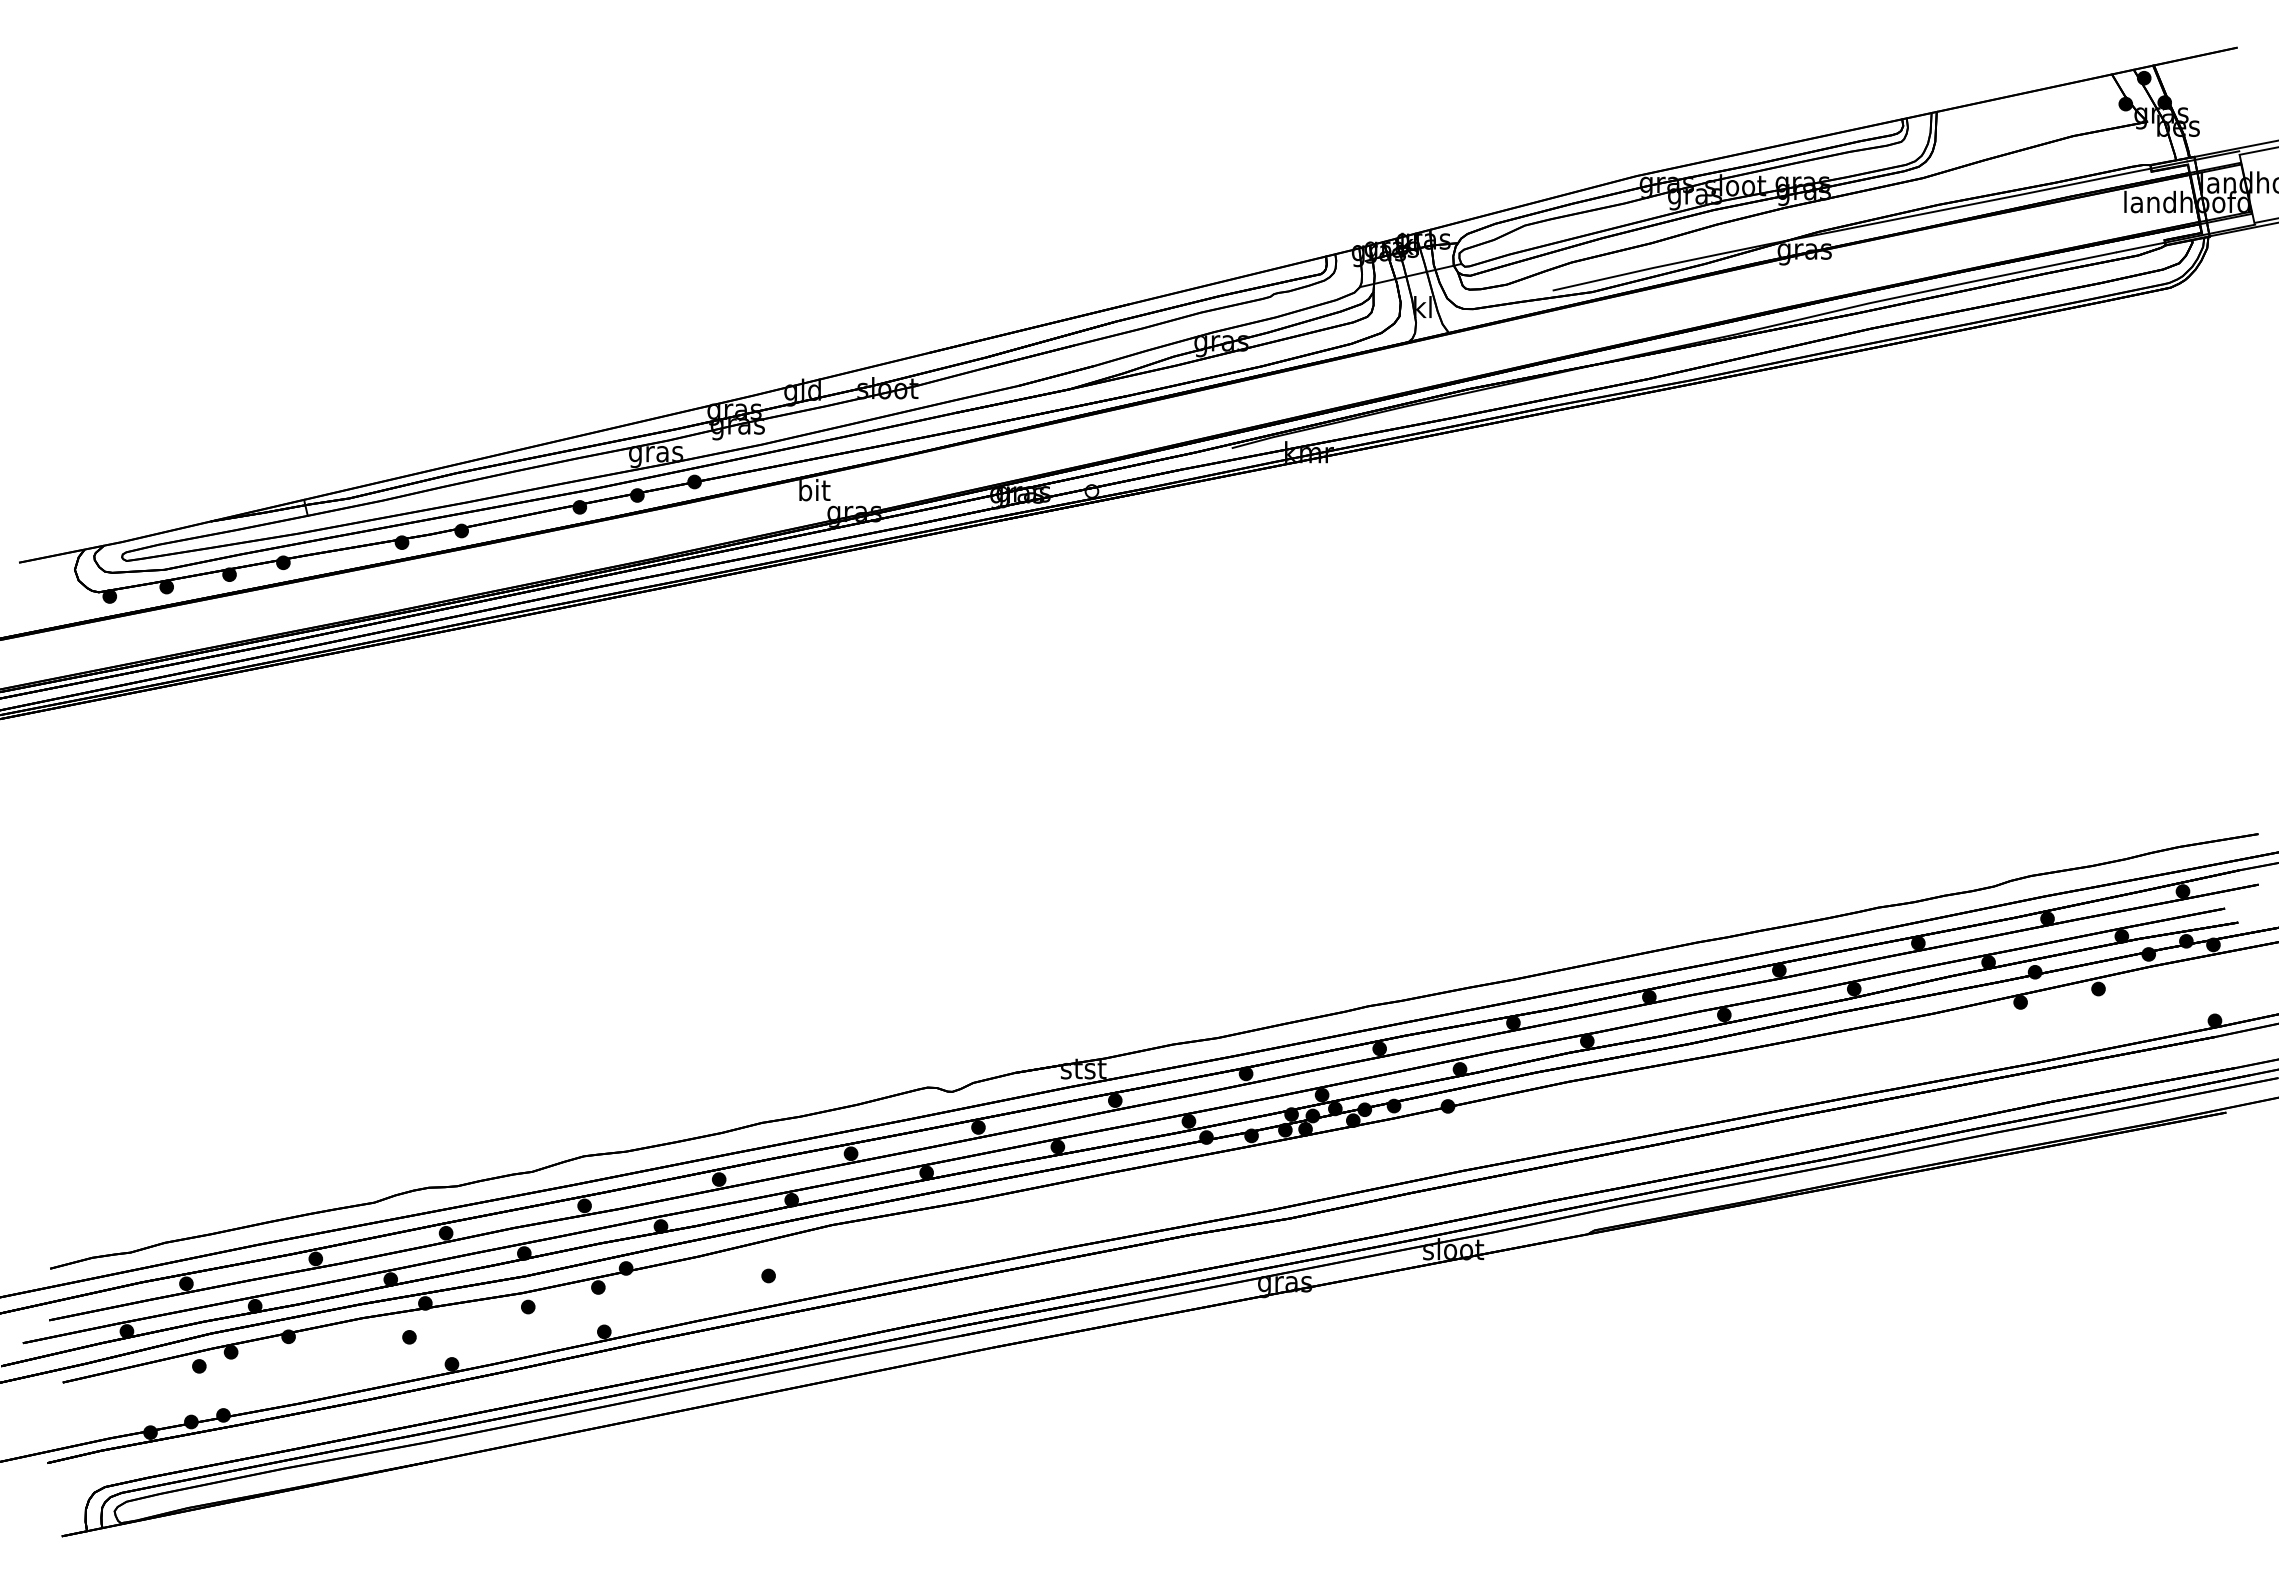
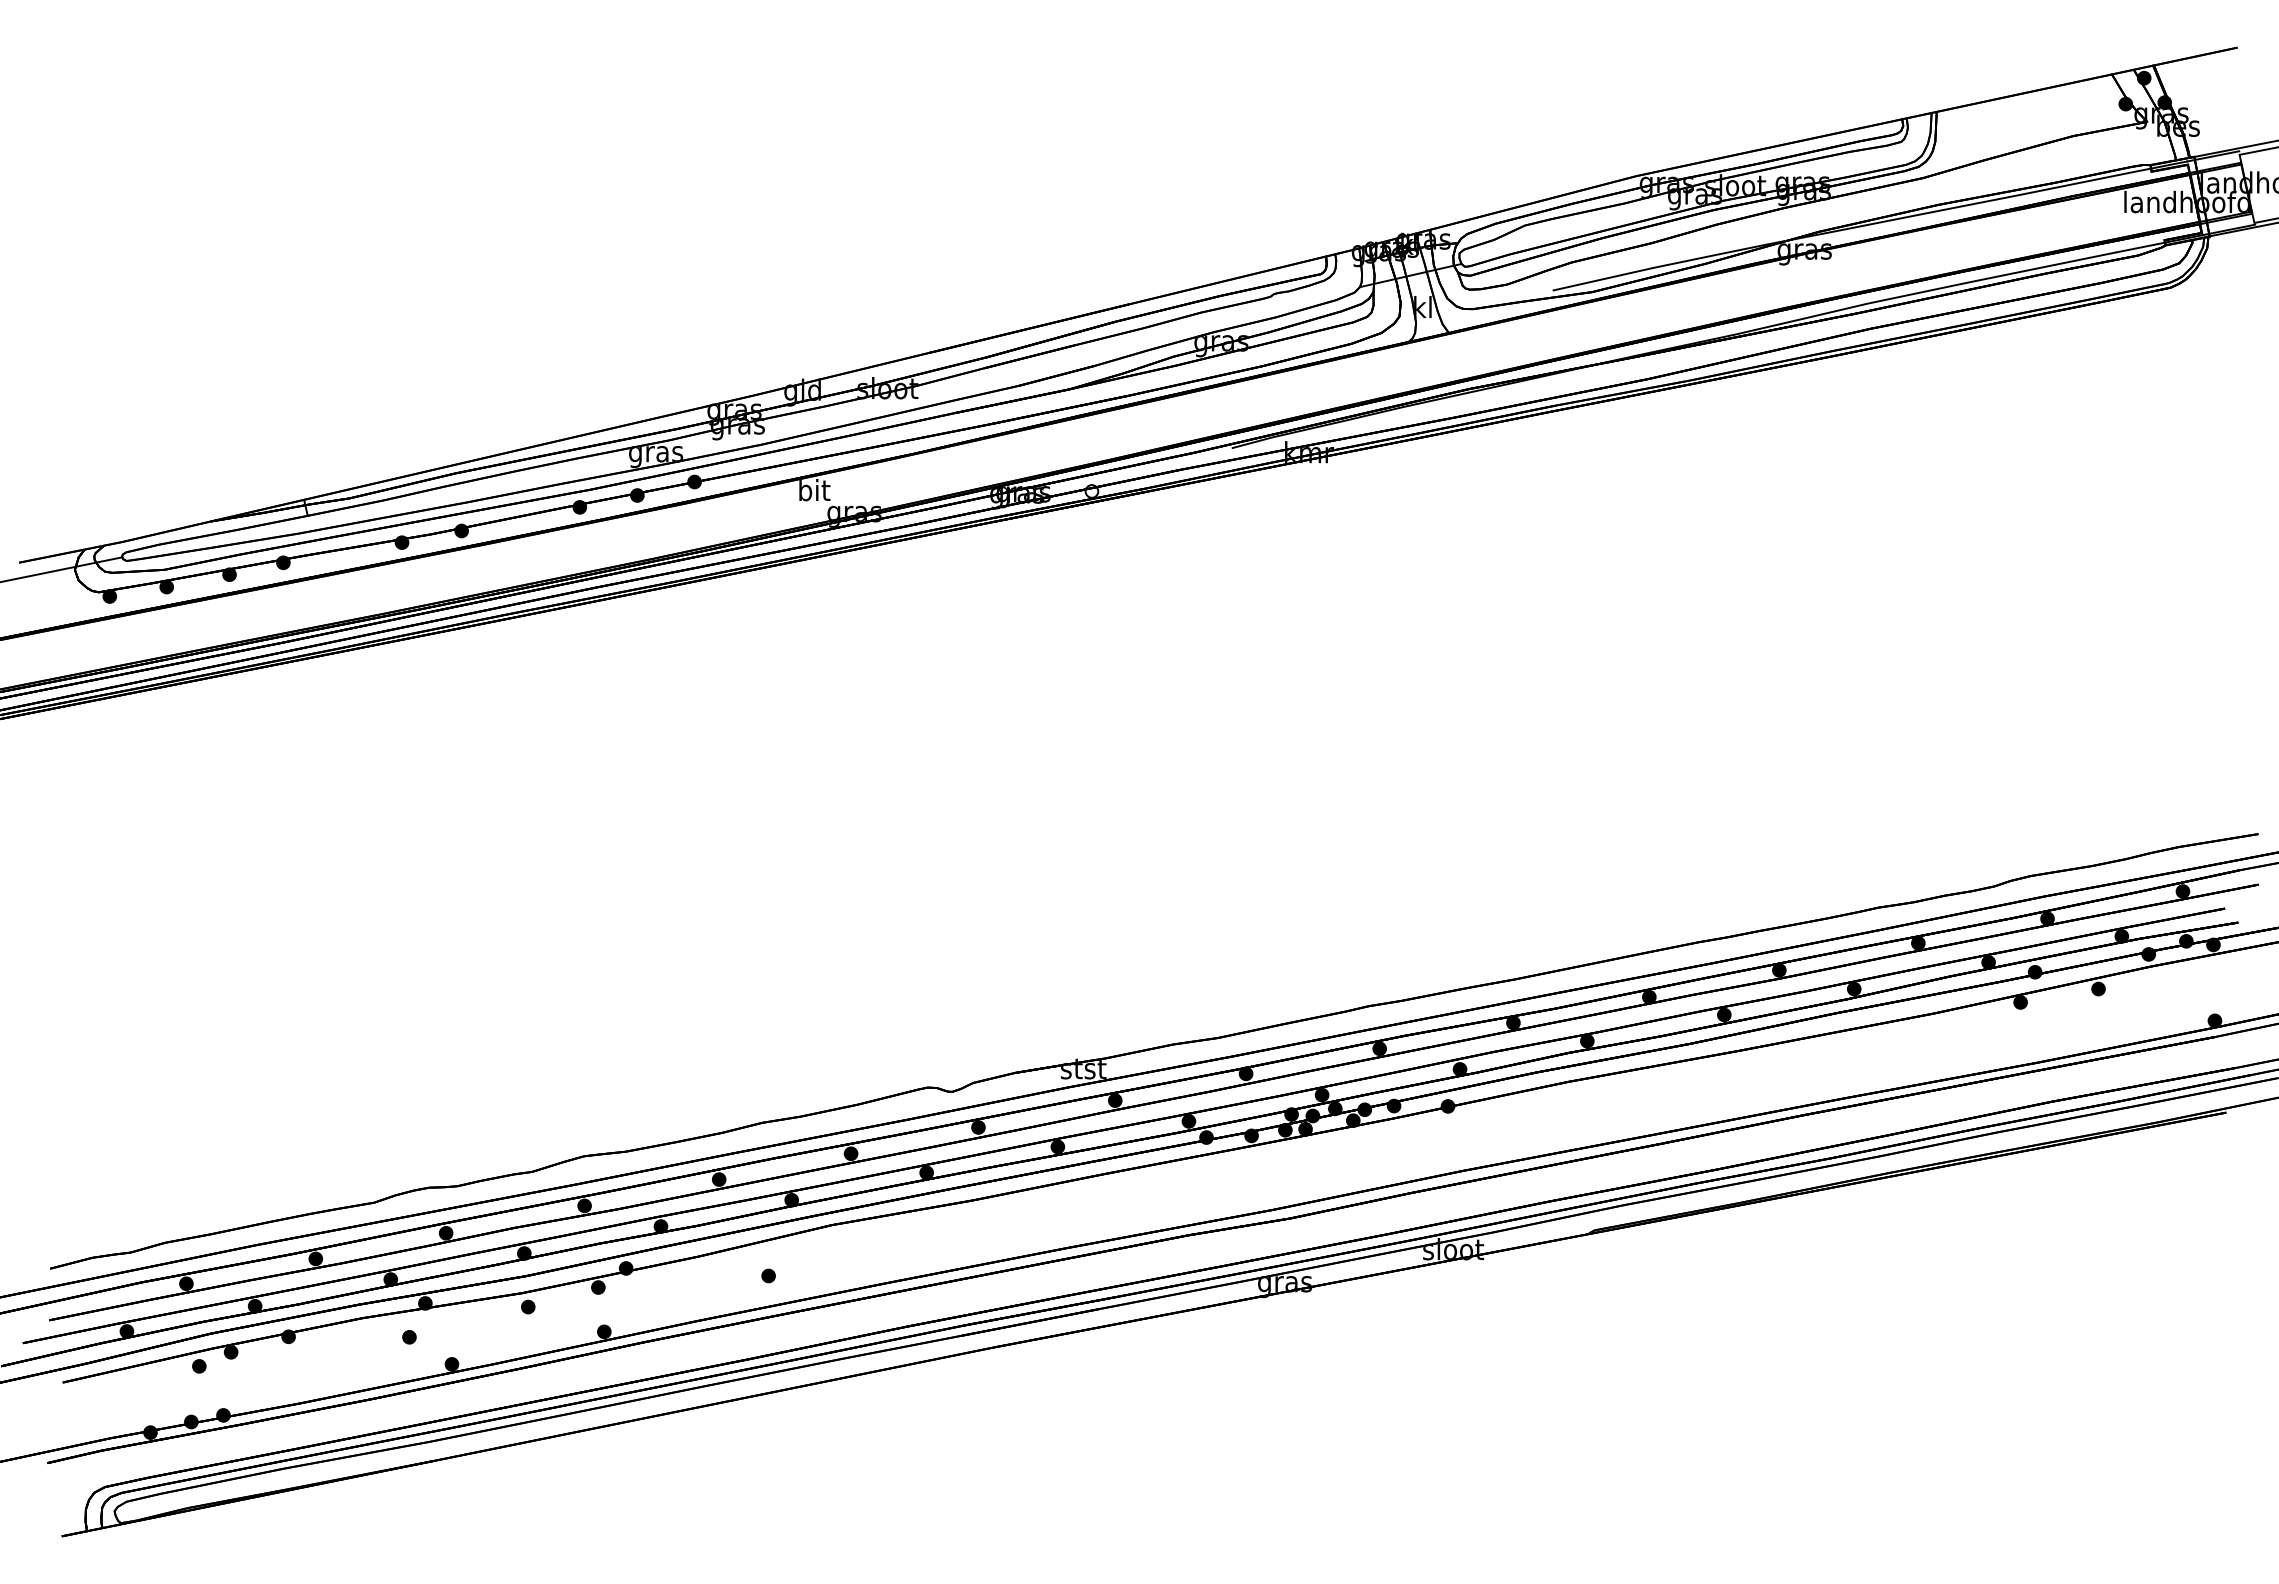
line at (62, 569): none -> present
